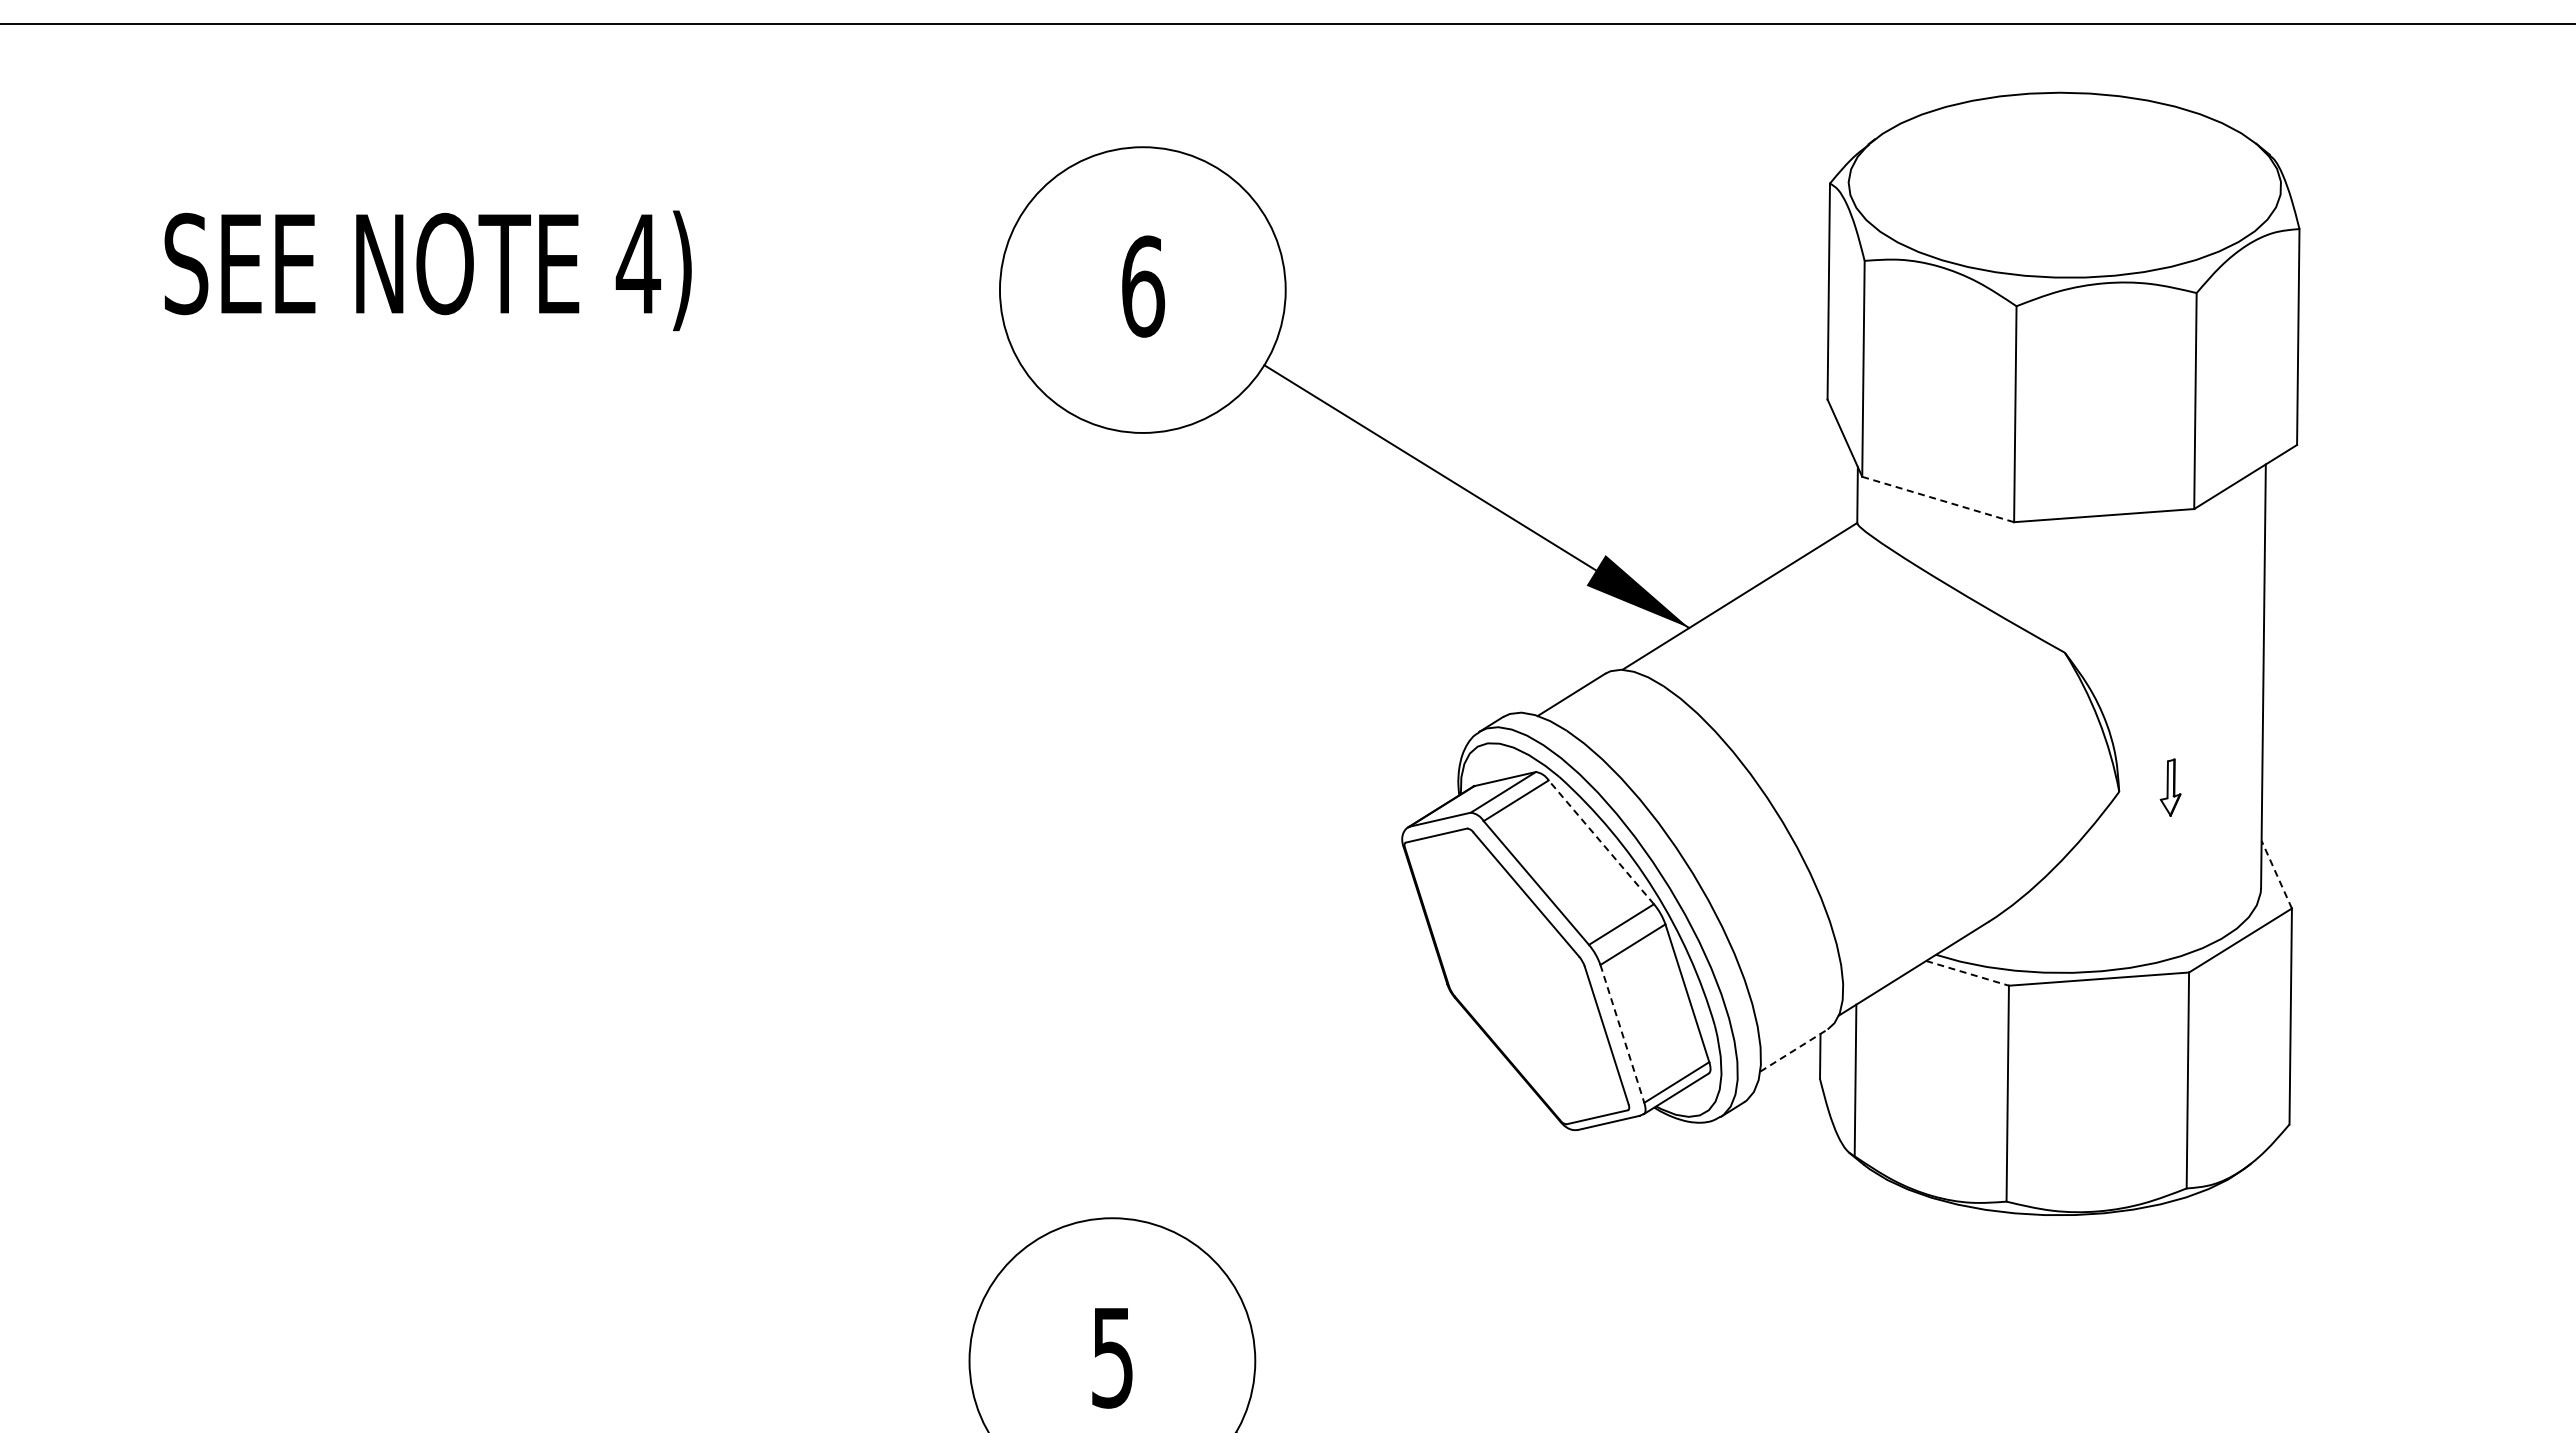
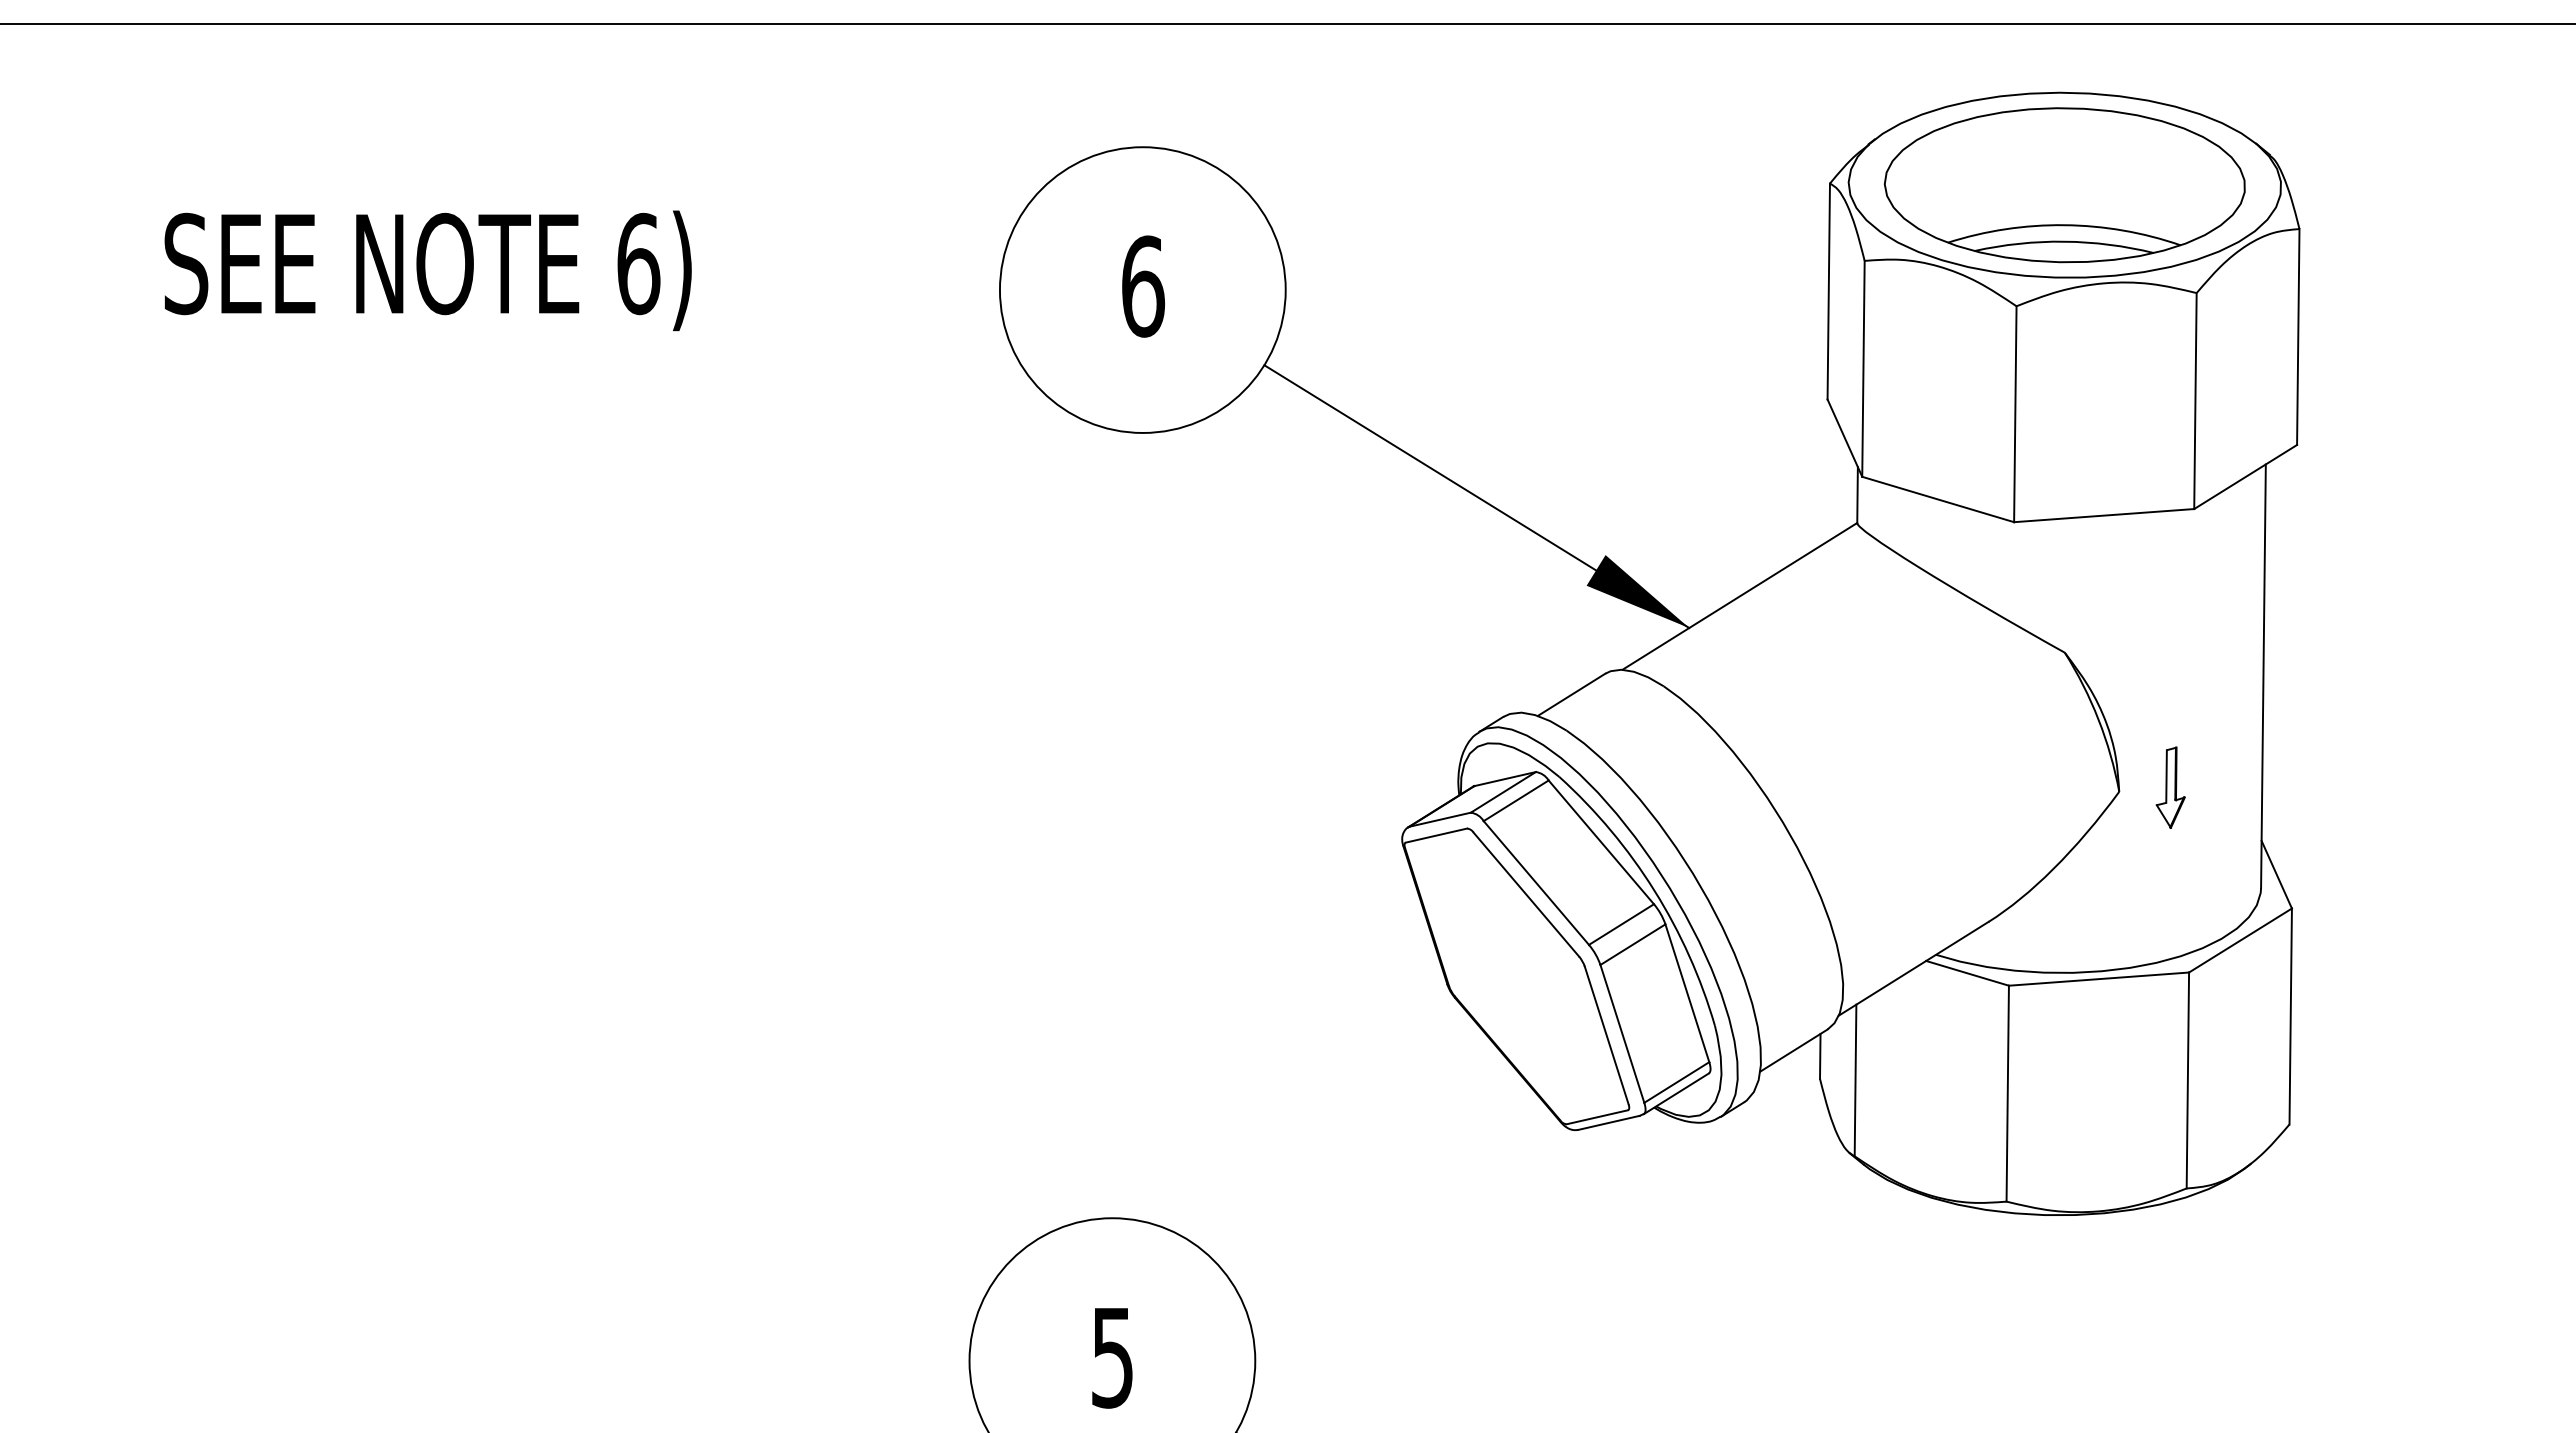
part at (2064, 185): none -> present
text at (638, 263): 4) -> 6)
line at (1937, 499): dashed -> solid
part at (2170, 787) size: 23x59 px -> 31x83 px
line at (1601, 841): dashed -> solid
line at (2276, 874): dashed -> solid
line at (1968, 973): dashed -> solid
line at (1622, 1034): dashed -> solid
line at (1794, 1050): dashed -> solid
